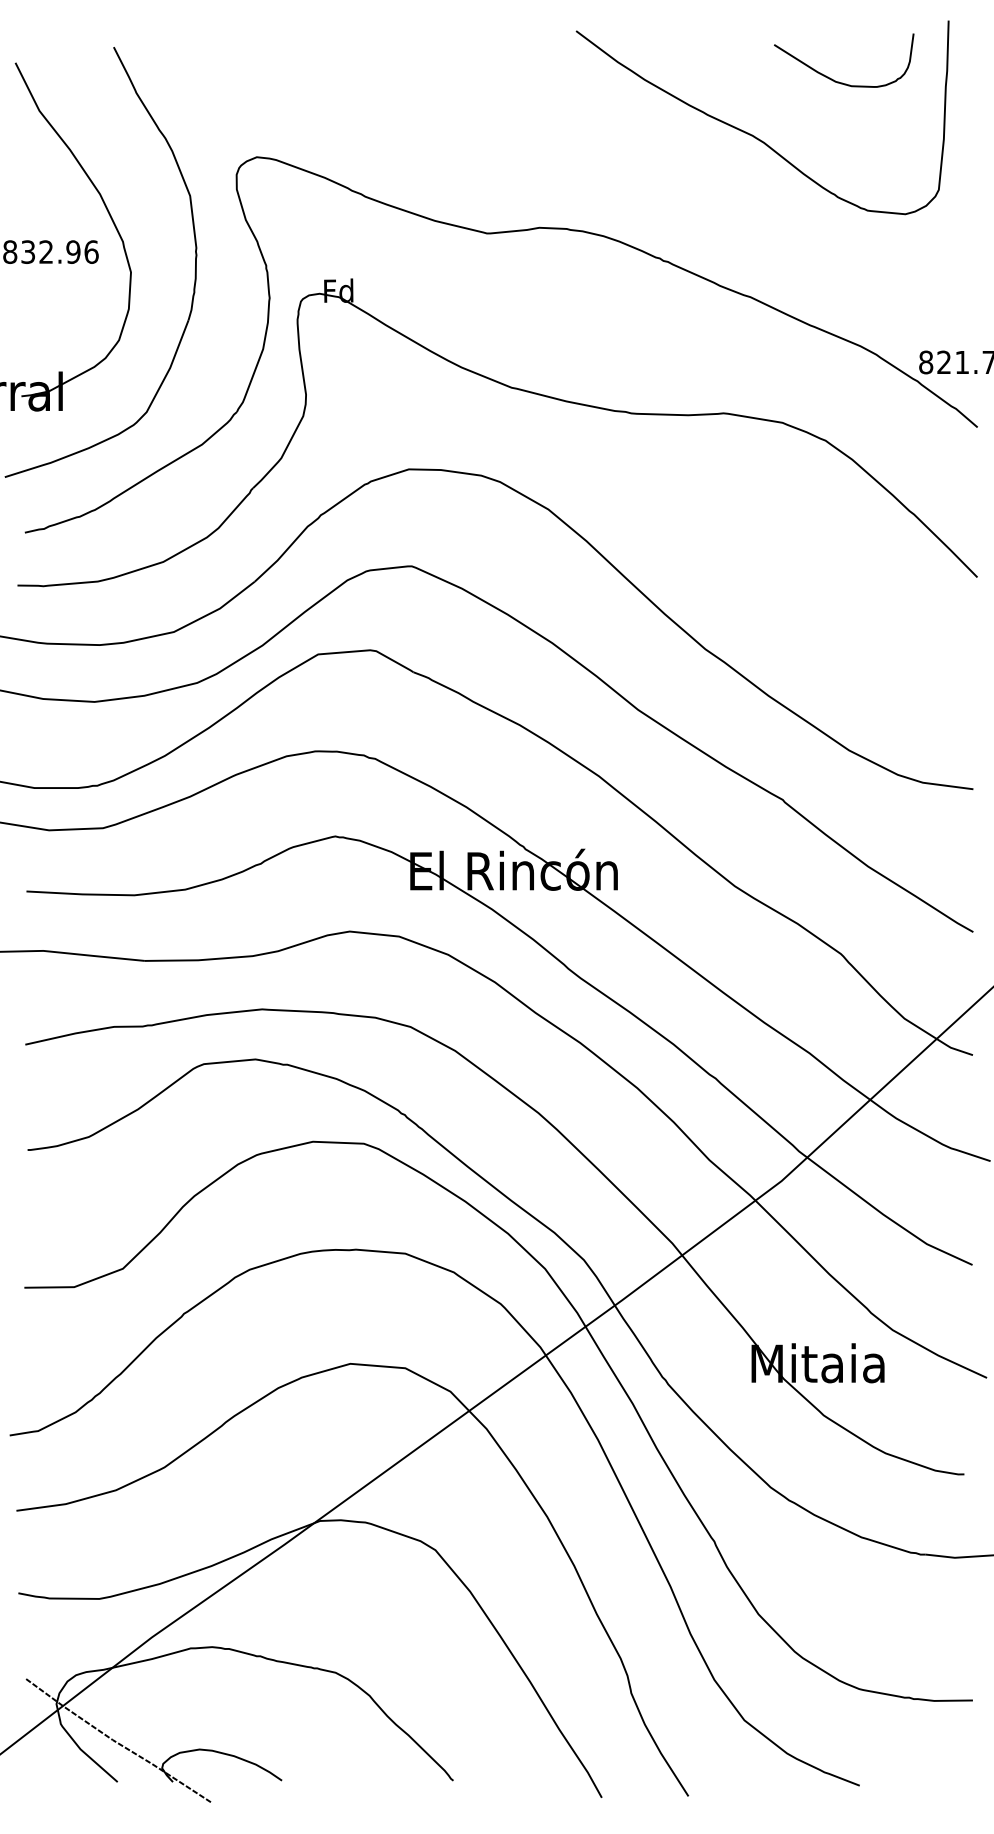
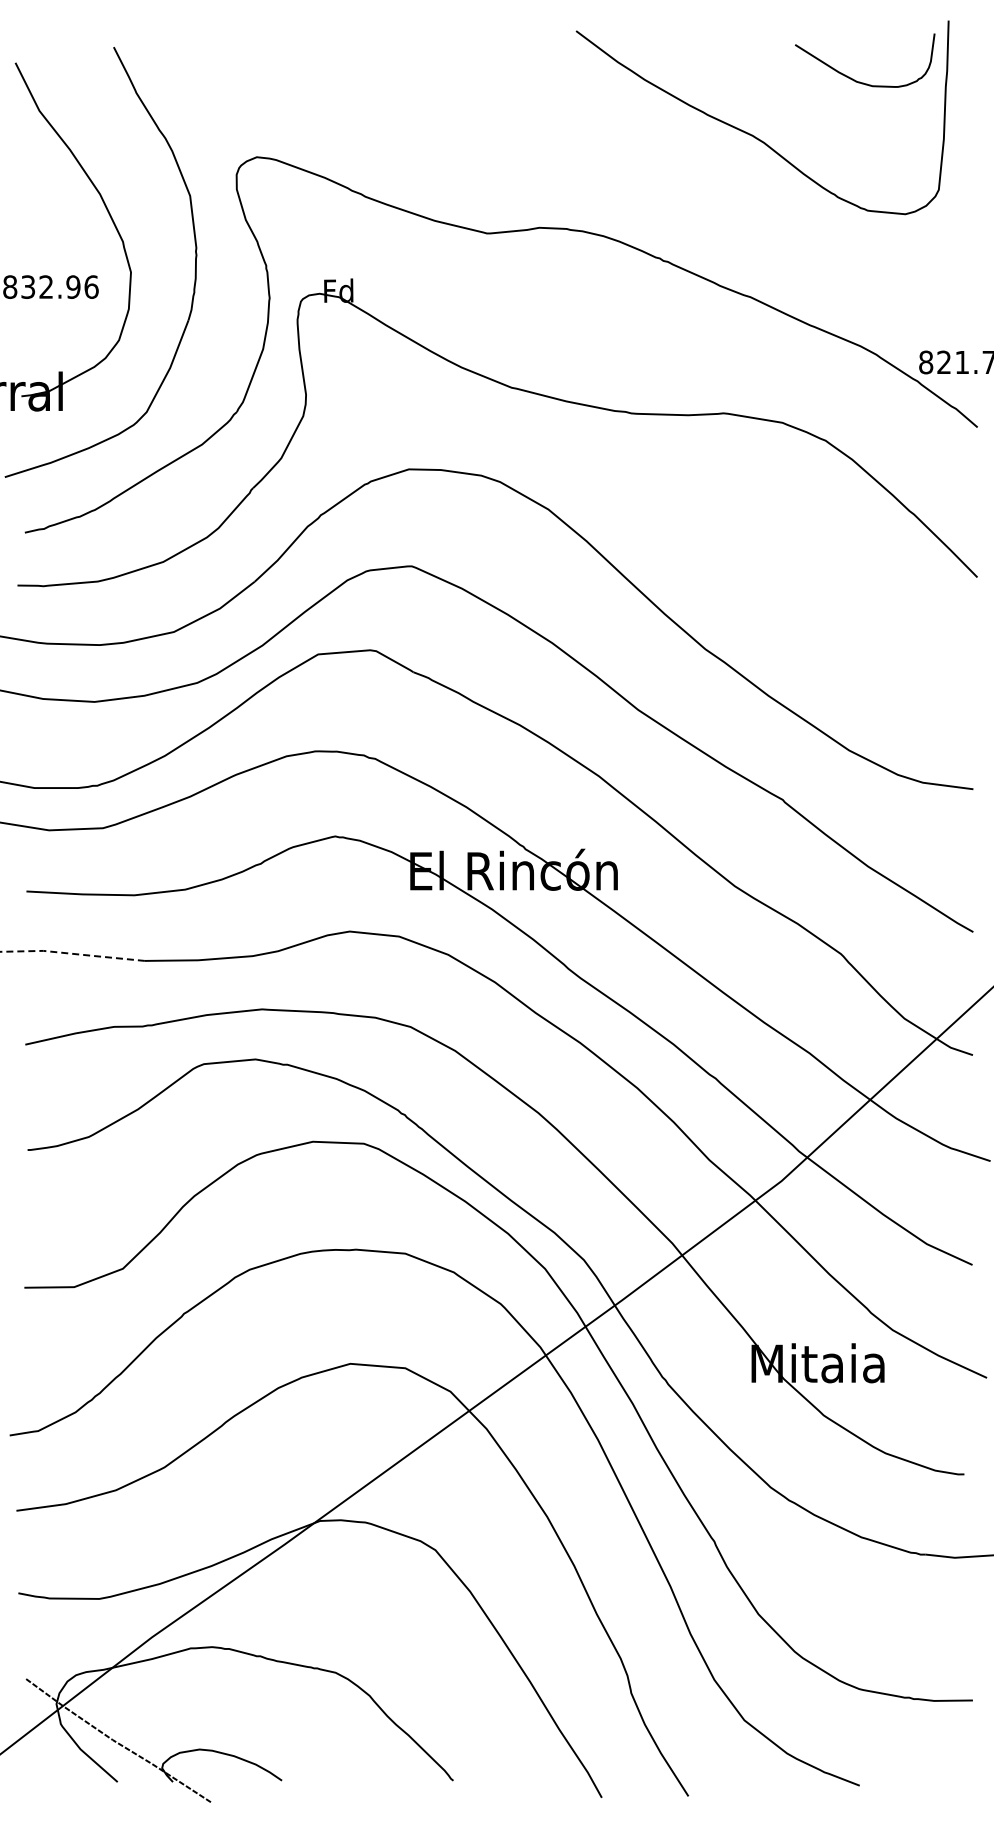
curve at (839, 81) position: (839, 81) -> (860, 81)
text at (50, 251) position: (50, 251) -> (50, 286)
line at (72, 953): solid -> dashed
